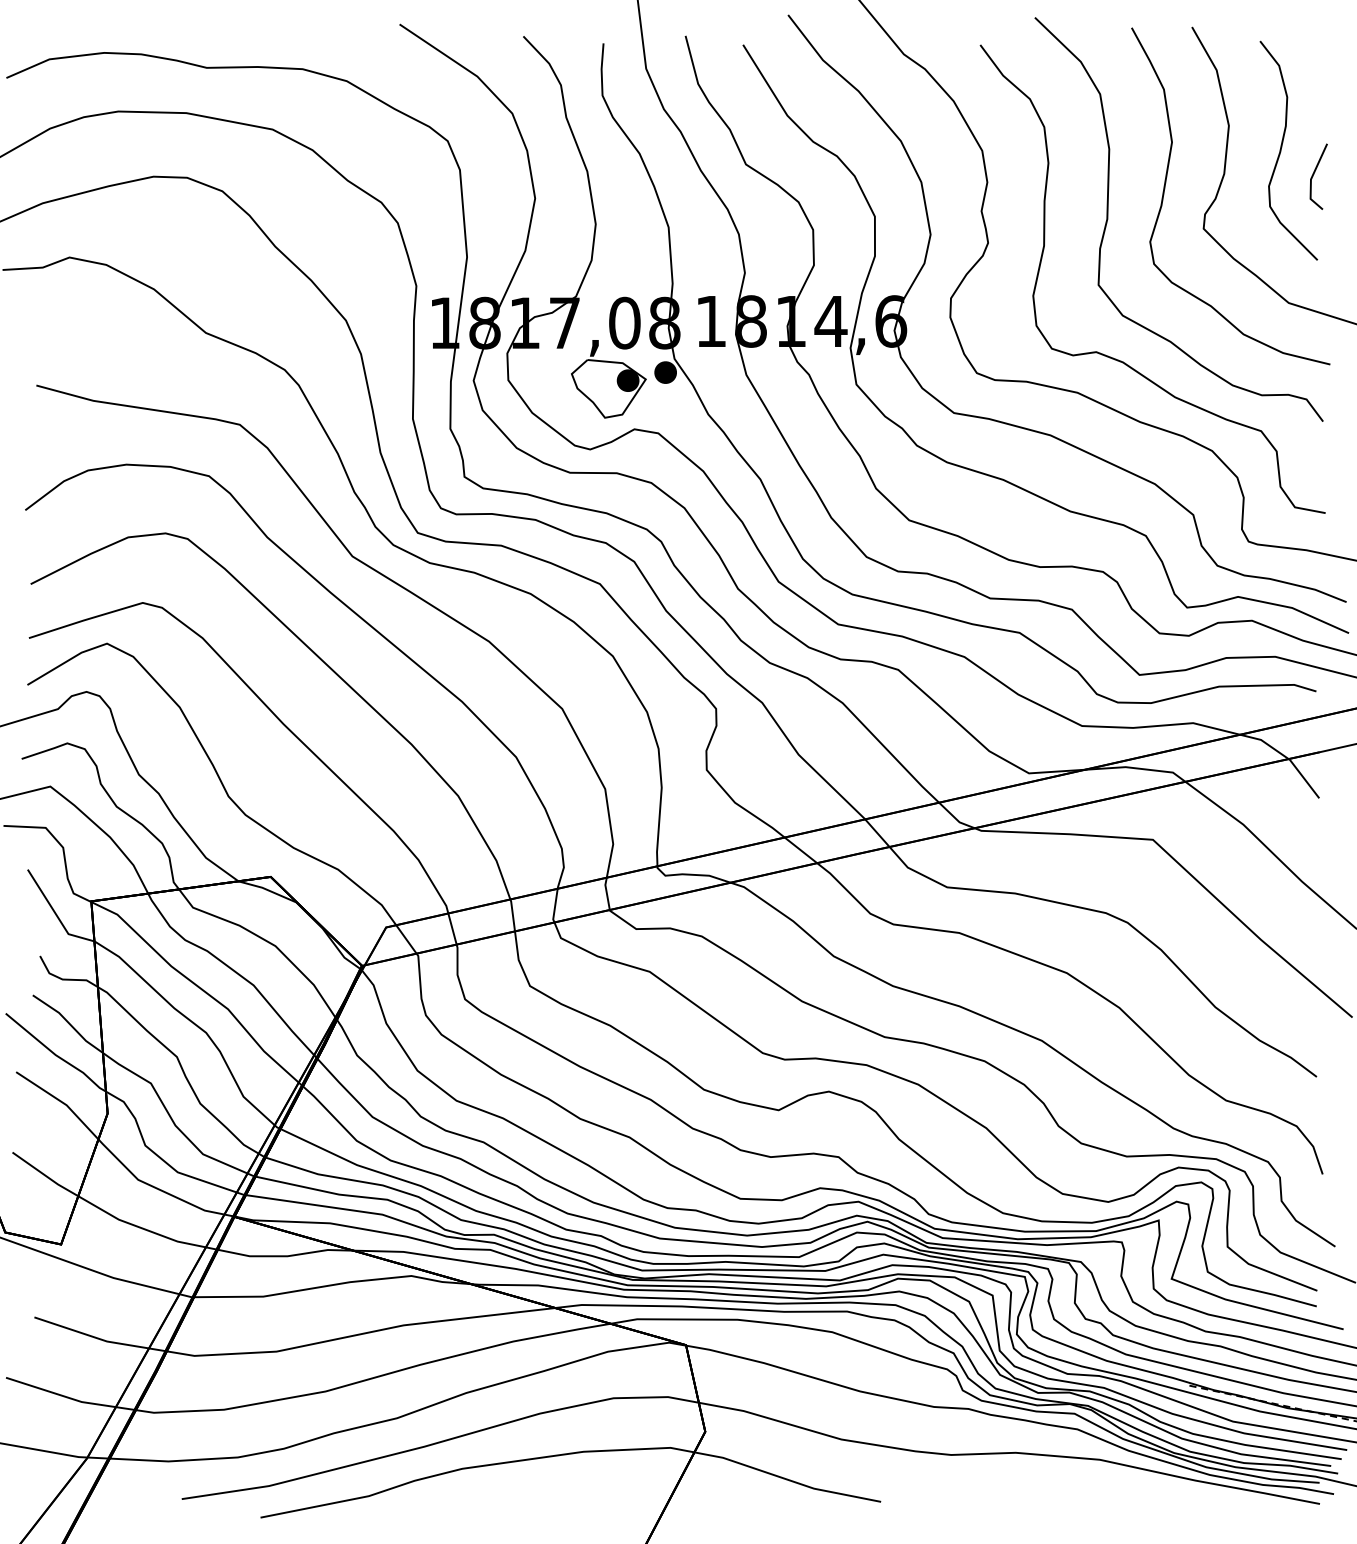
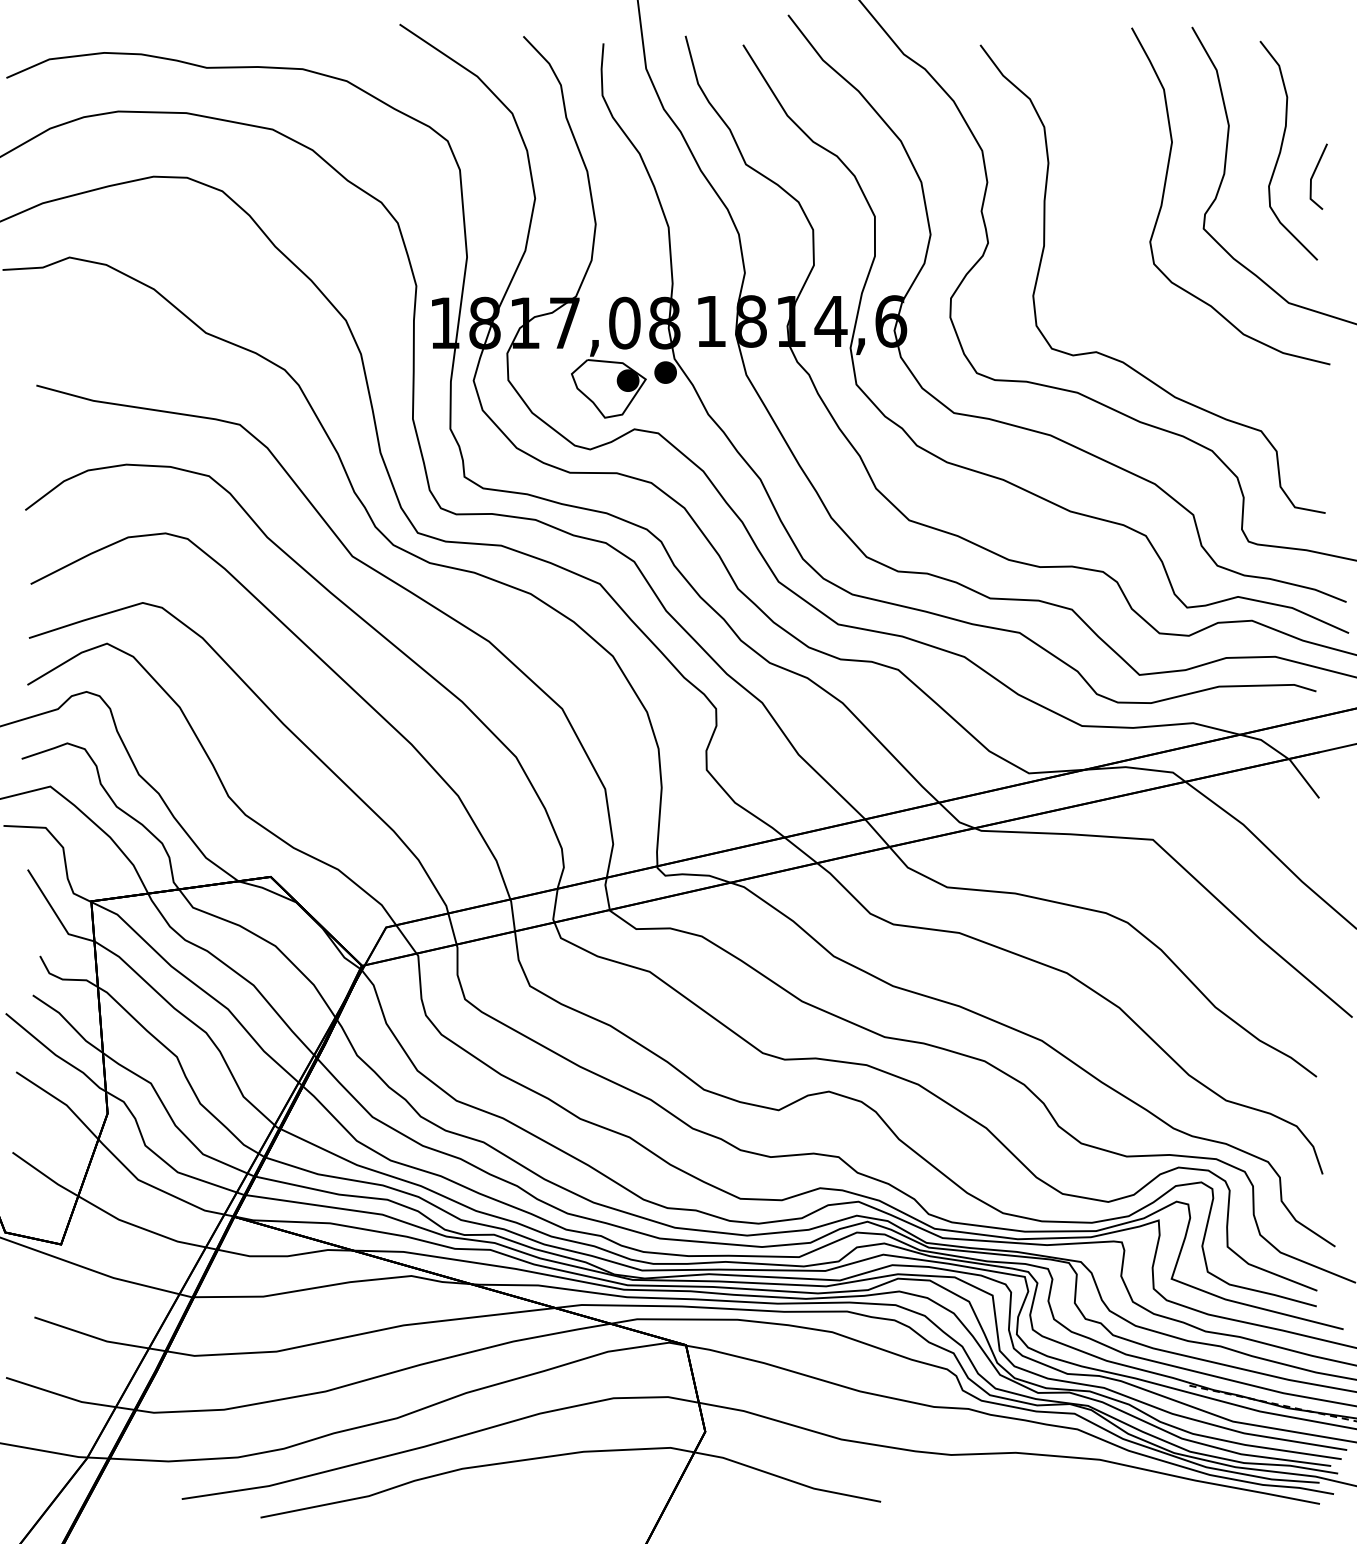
curve at (1108, 219): present -> none
